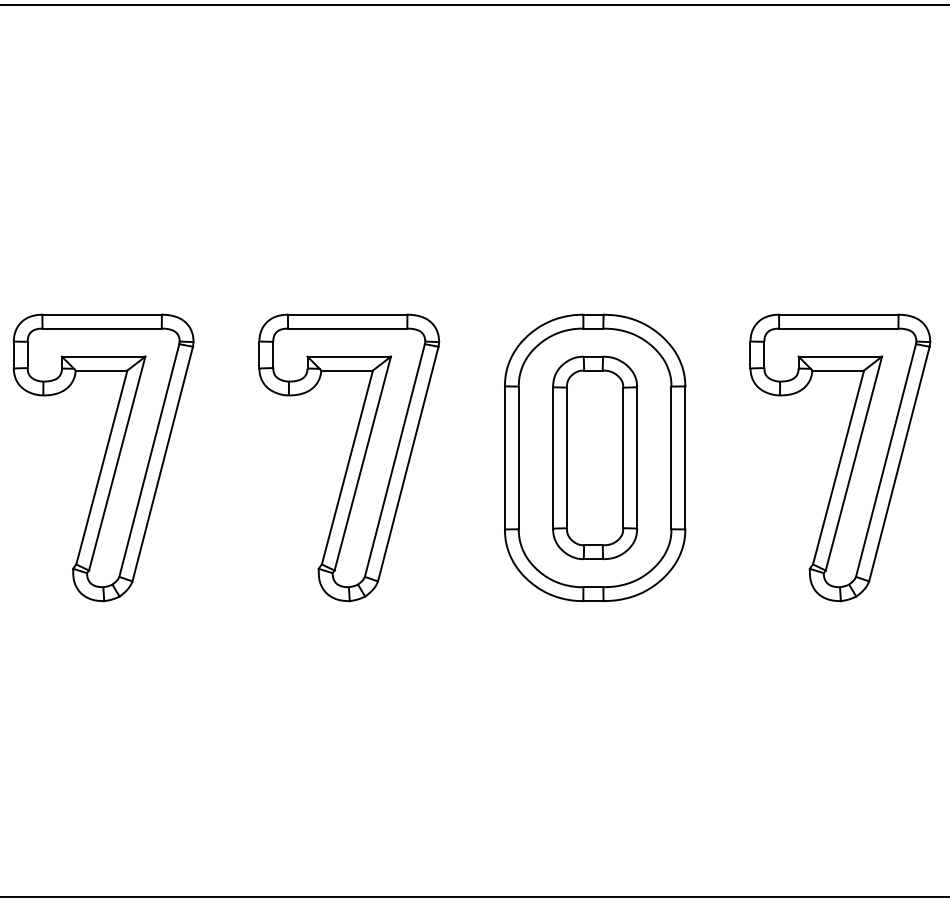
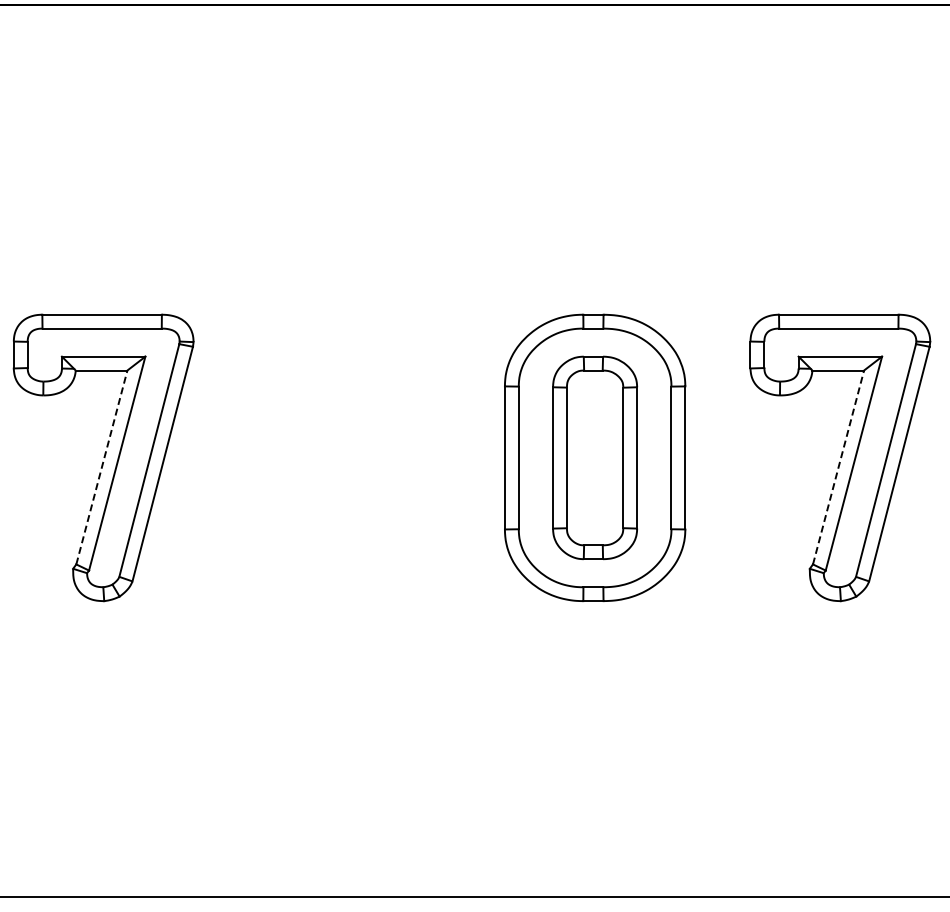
part at (349, 457): present -> none
line at (102, 467): solid -> dashed
line at (838, 467): solid -> dashed
